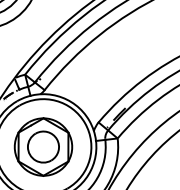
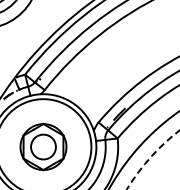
part at (43, 146) size: 61x60 px -> 49x50 px
arc at (150, 157): solid -> dashed
